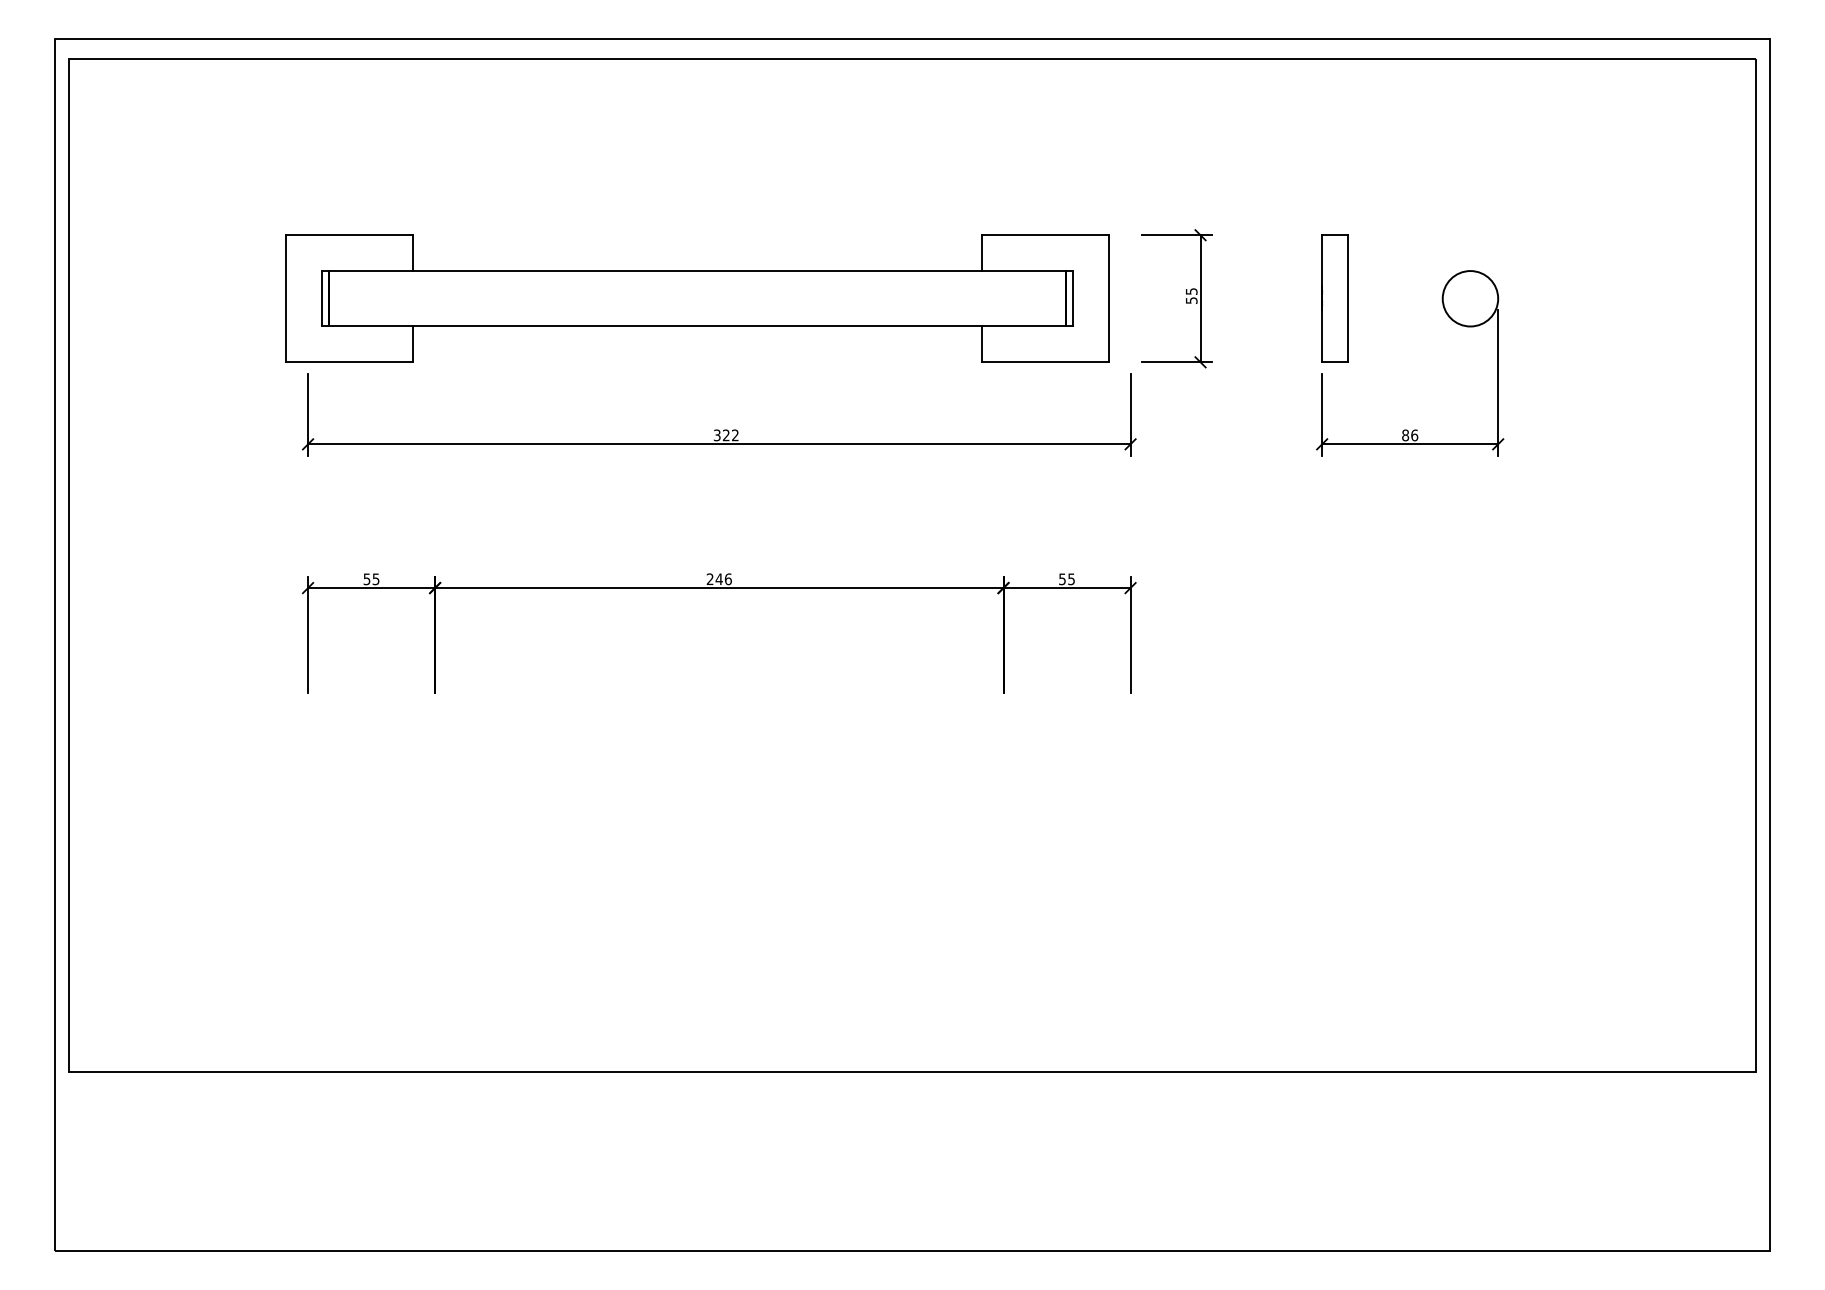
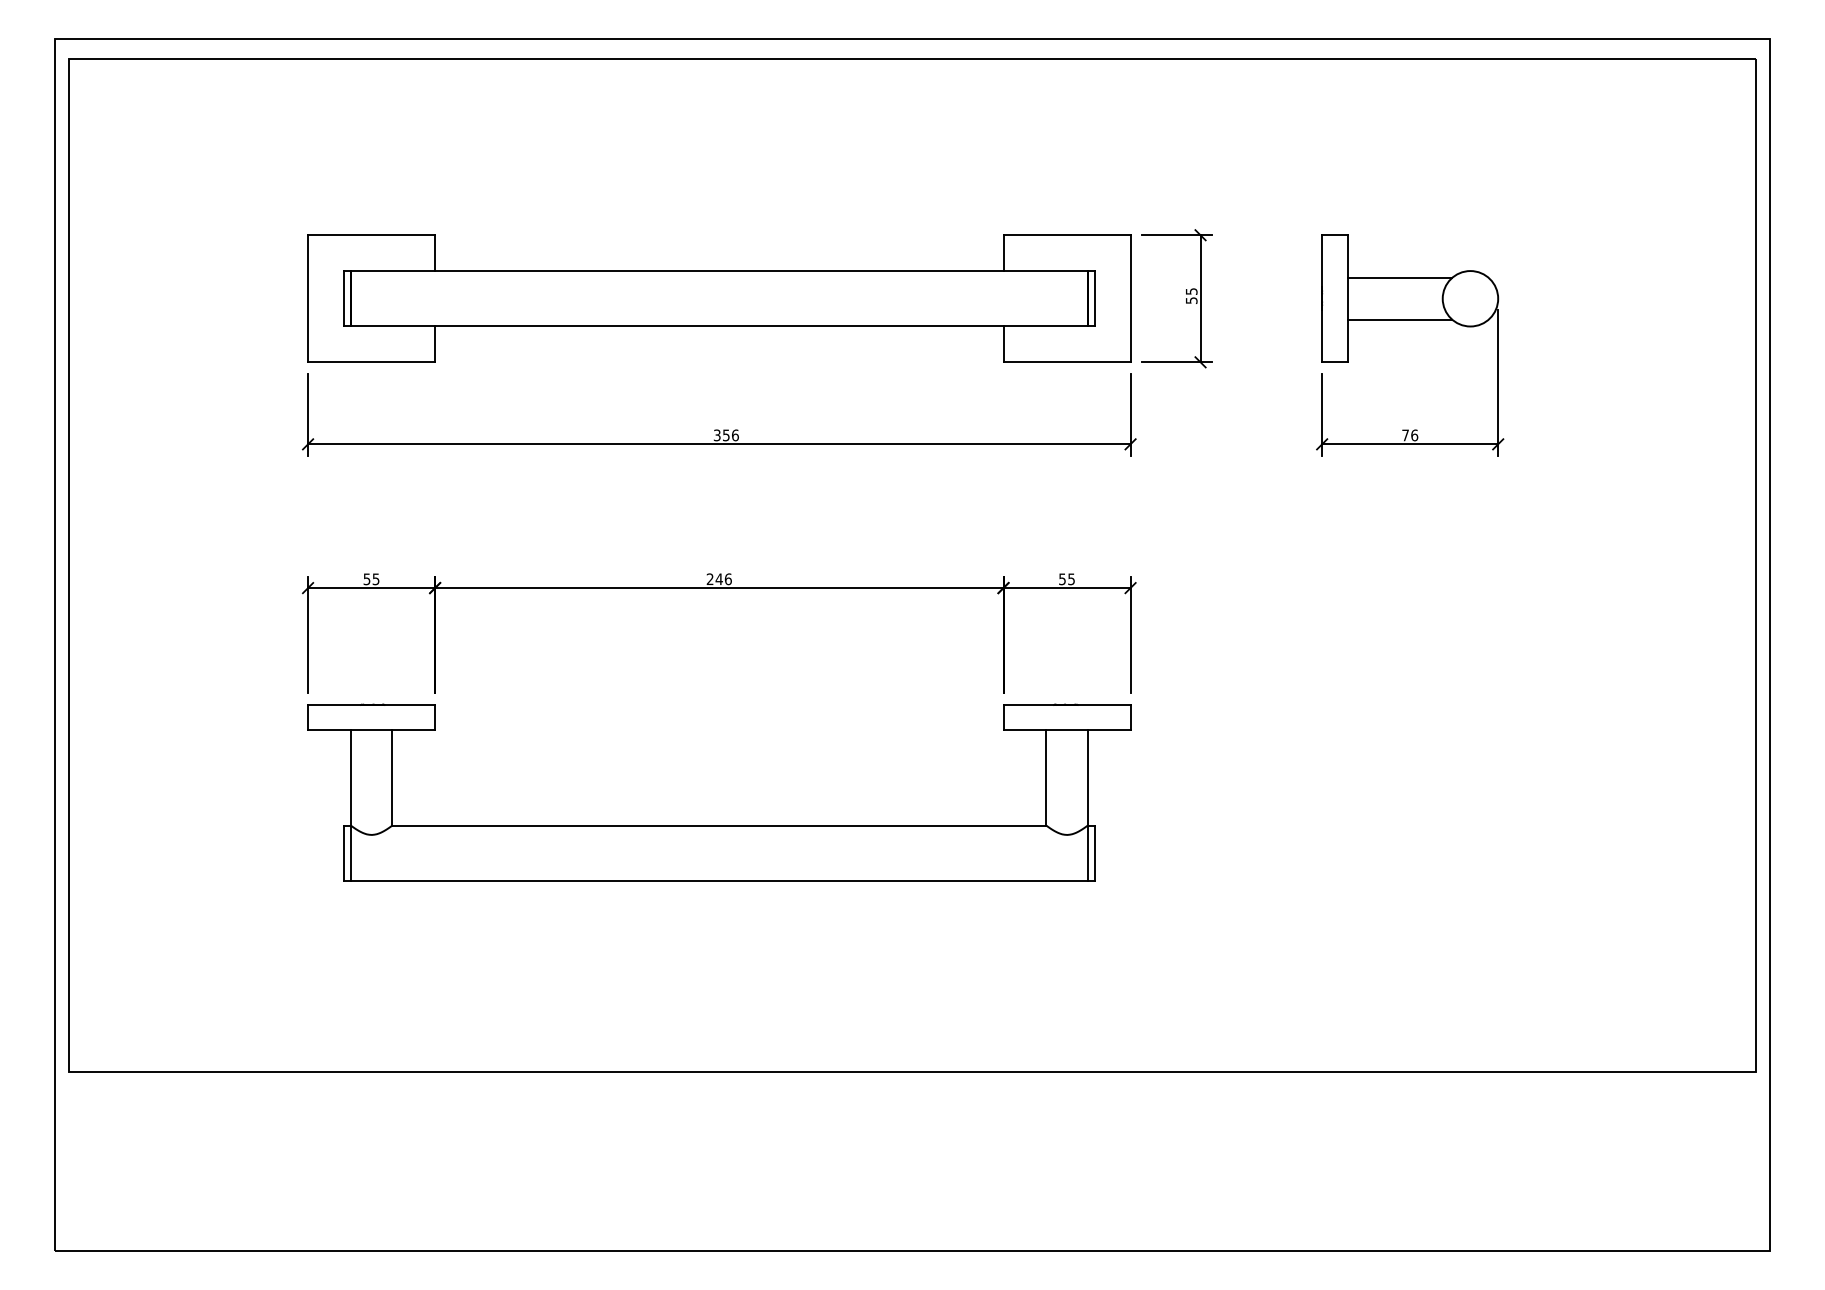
line at (1399, 277): none -> present
part at (697, 298) position: (697, 298) -> (719, 298)
line at (1399, 319): none -> present
text at (730, 435): 322 -> 356
text at (1405, 435): 86 -> 76
part at (719, 825): none -> present
